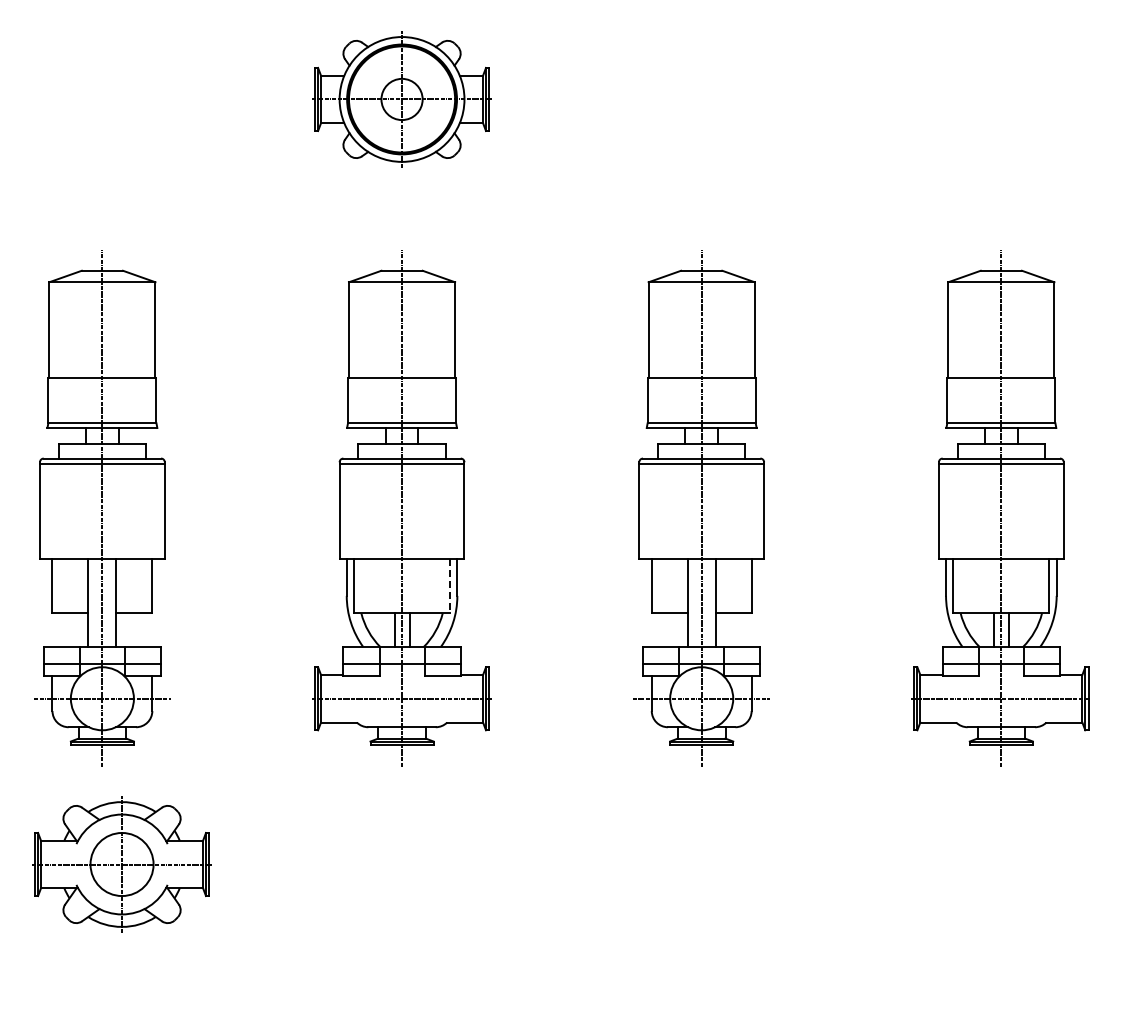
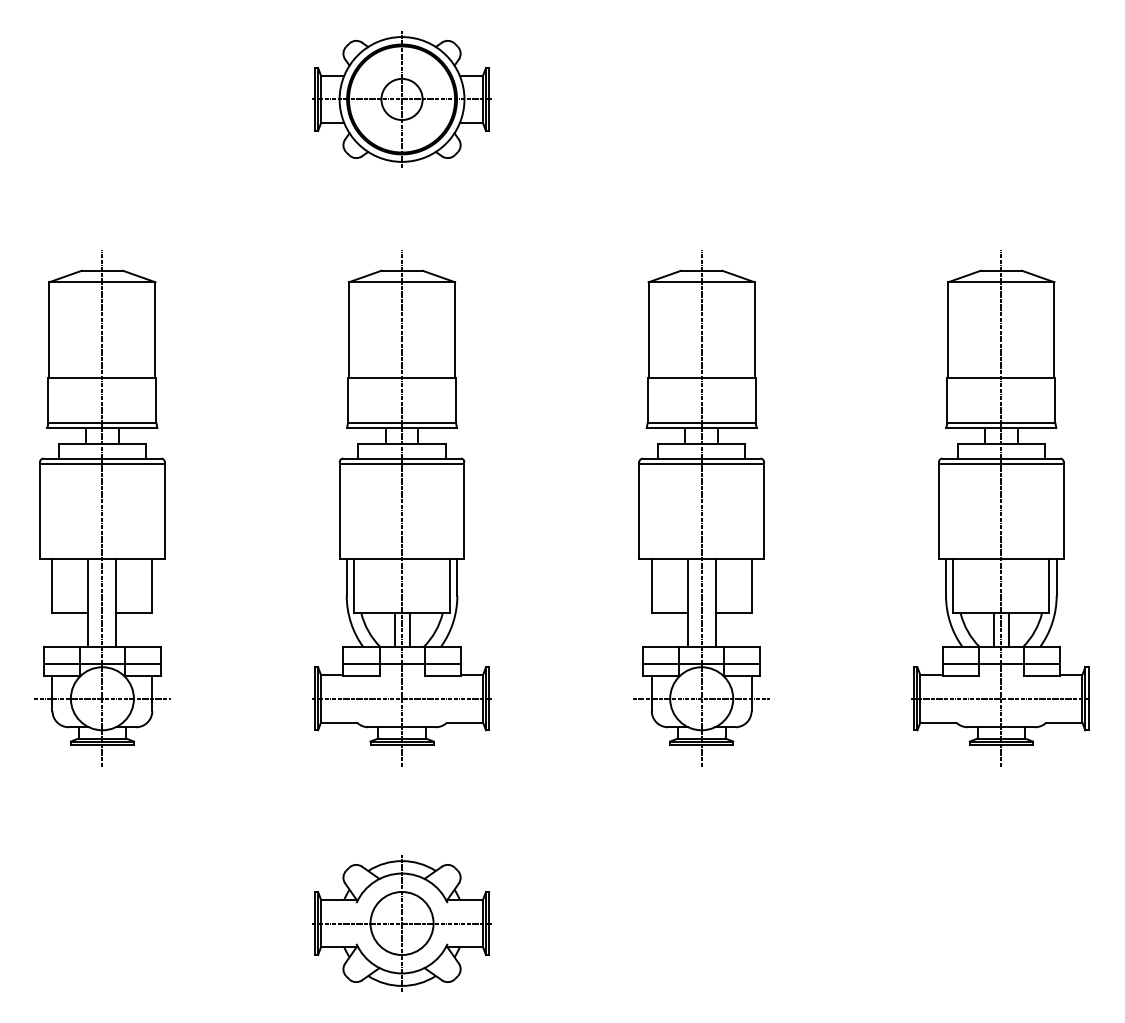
line at (449, 586): dashed -> solid
part at (121, 864) position: (121, 864) -> (401, 923)
